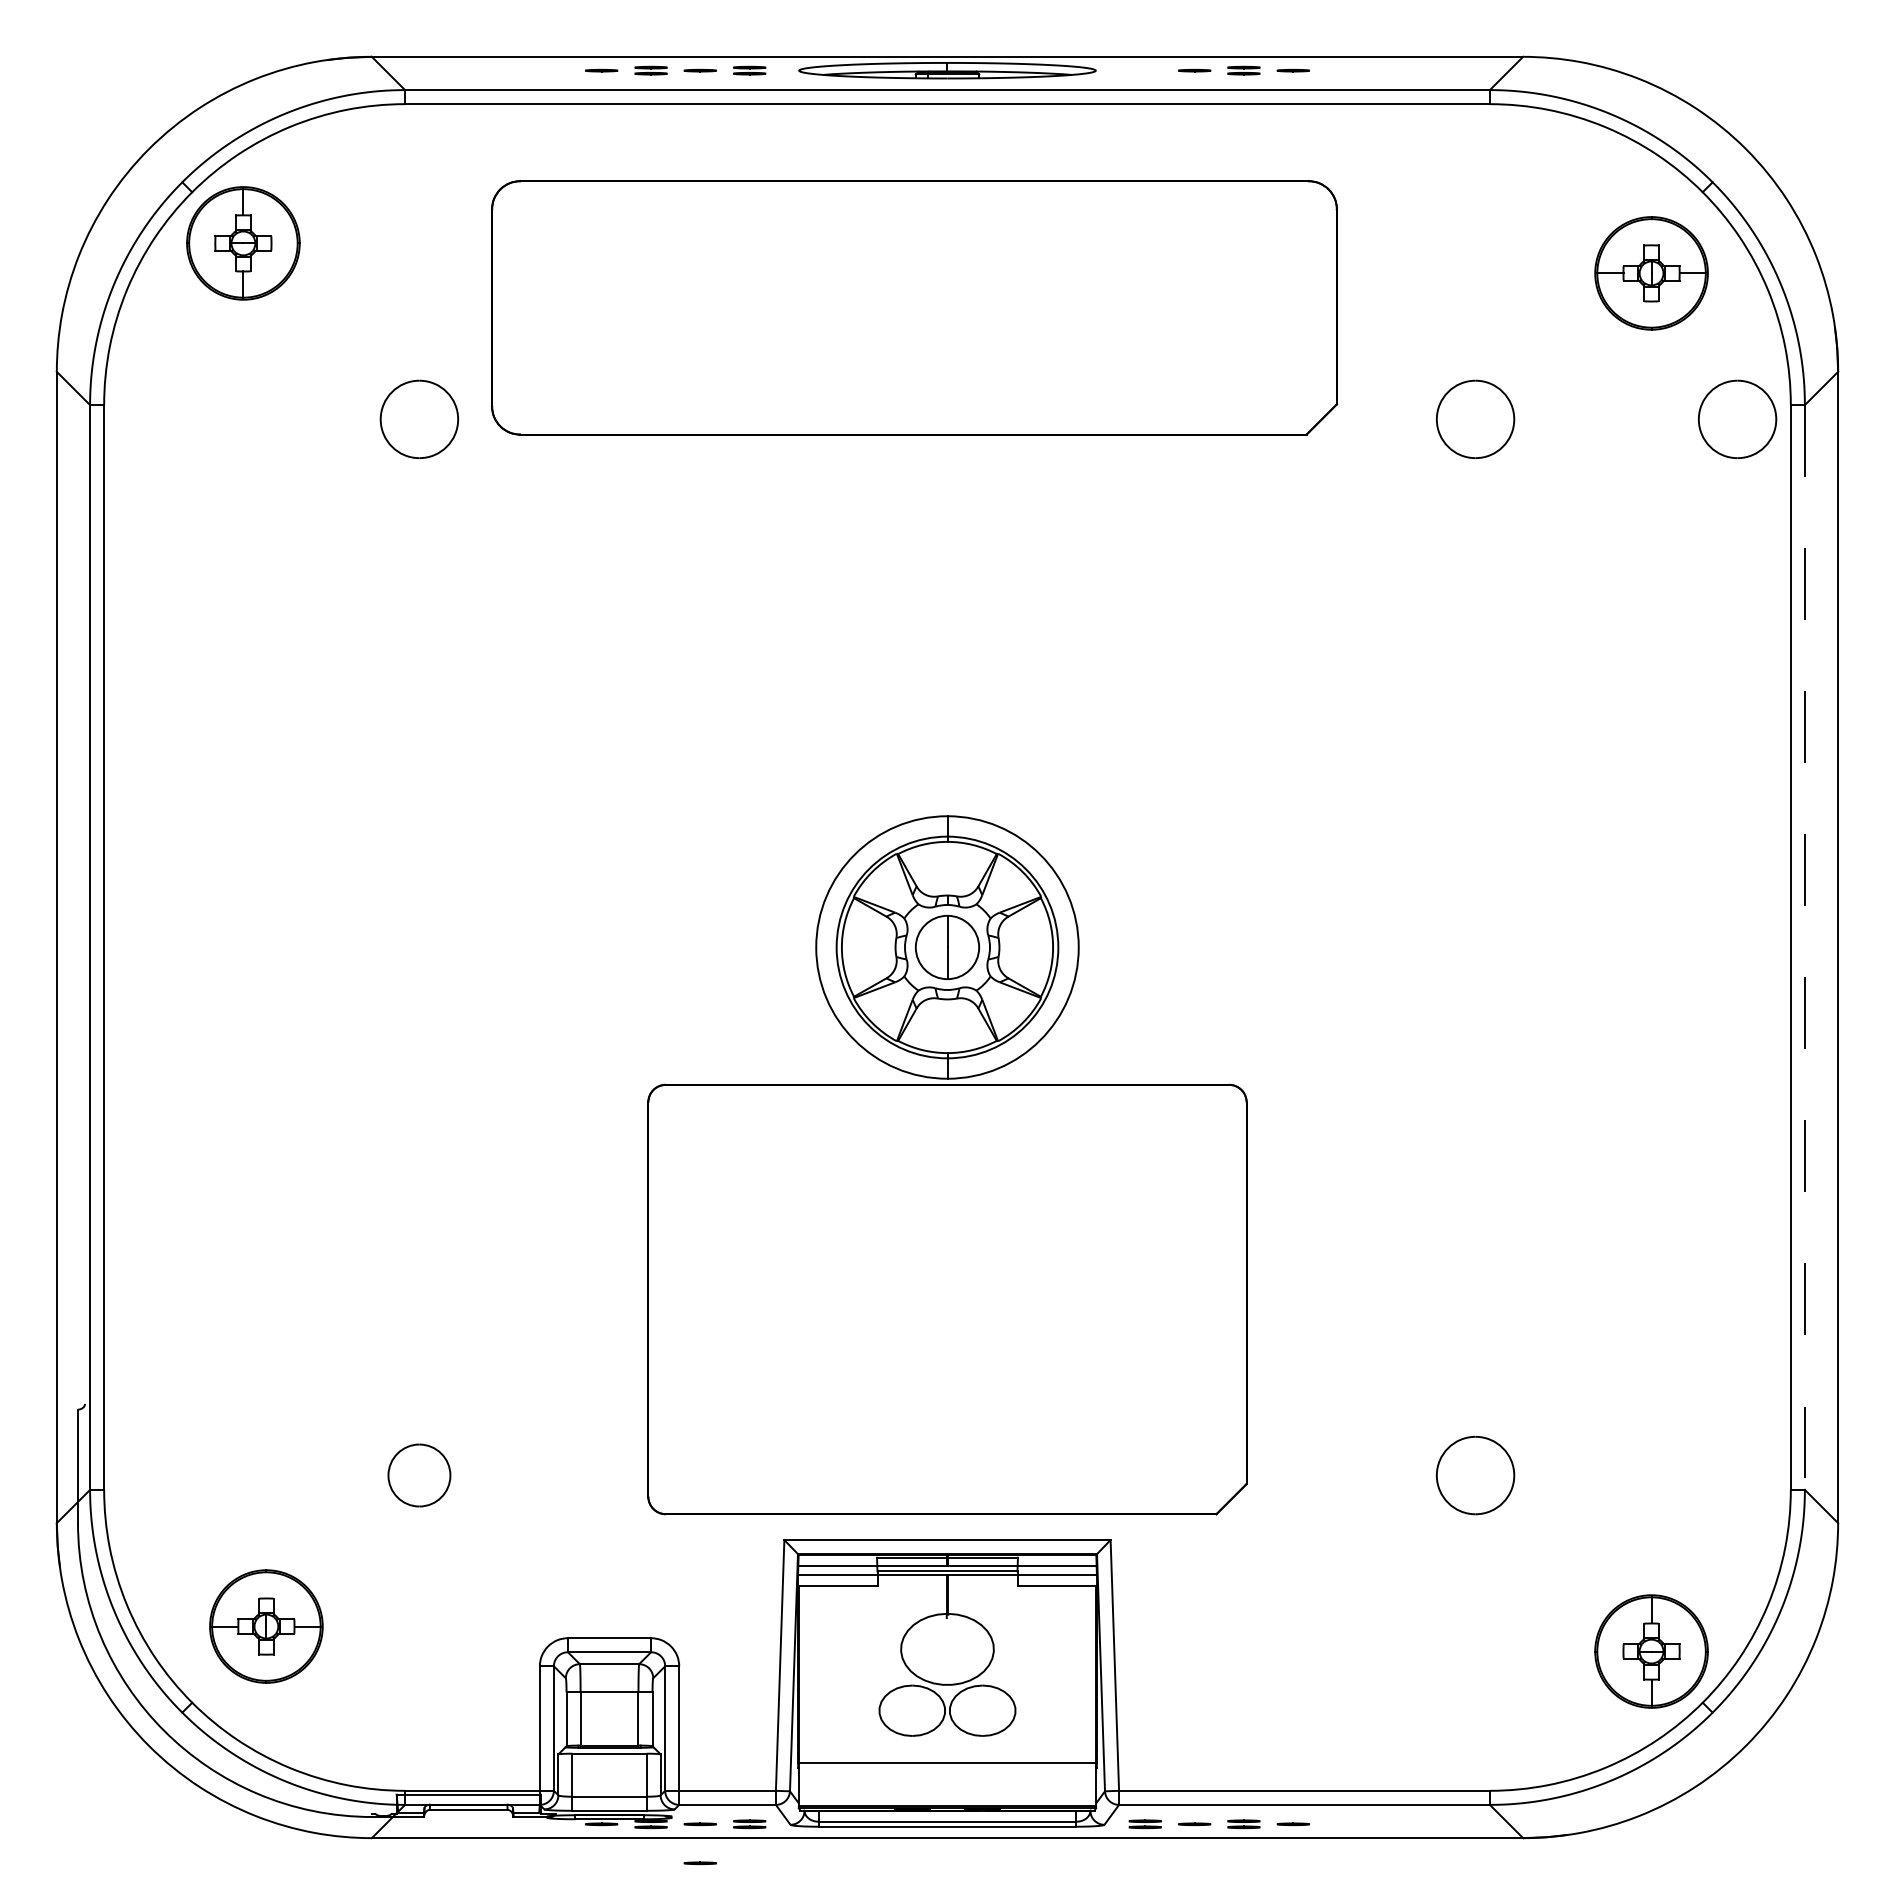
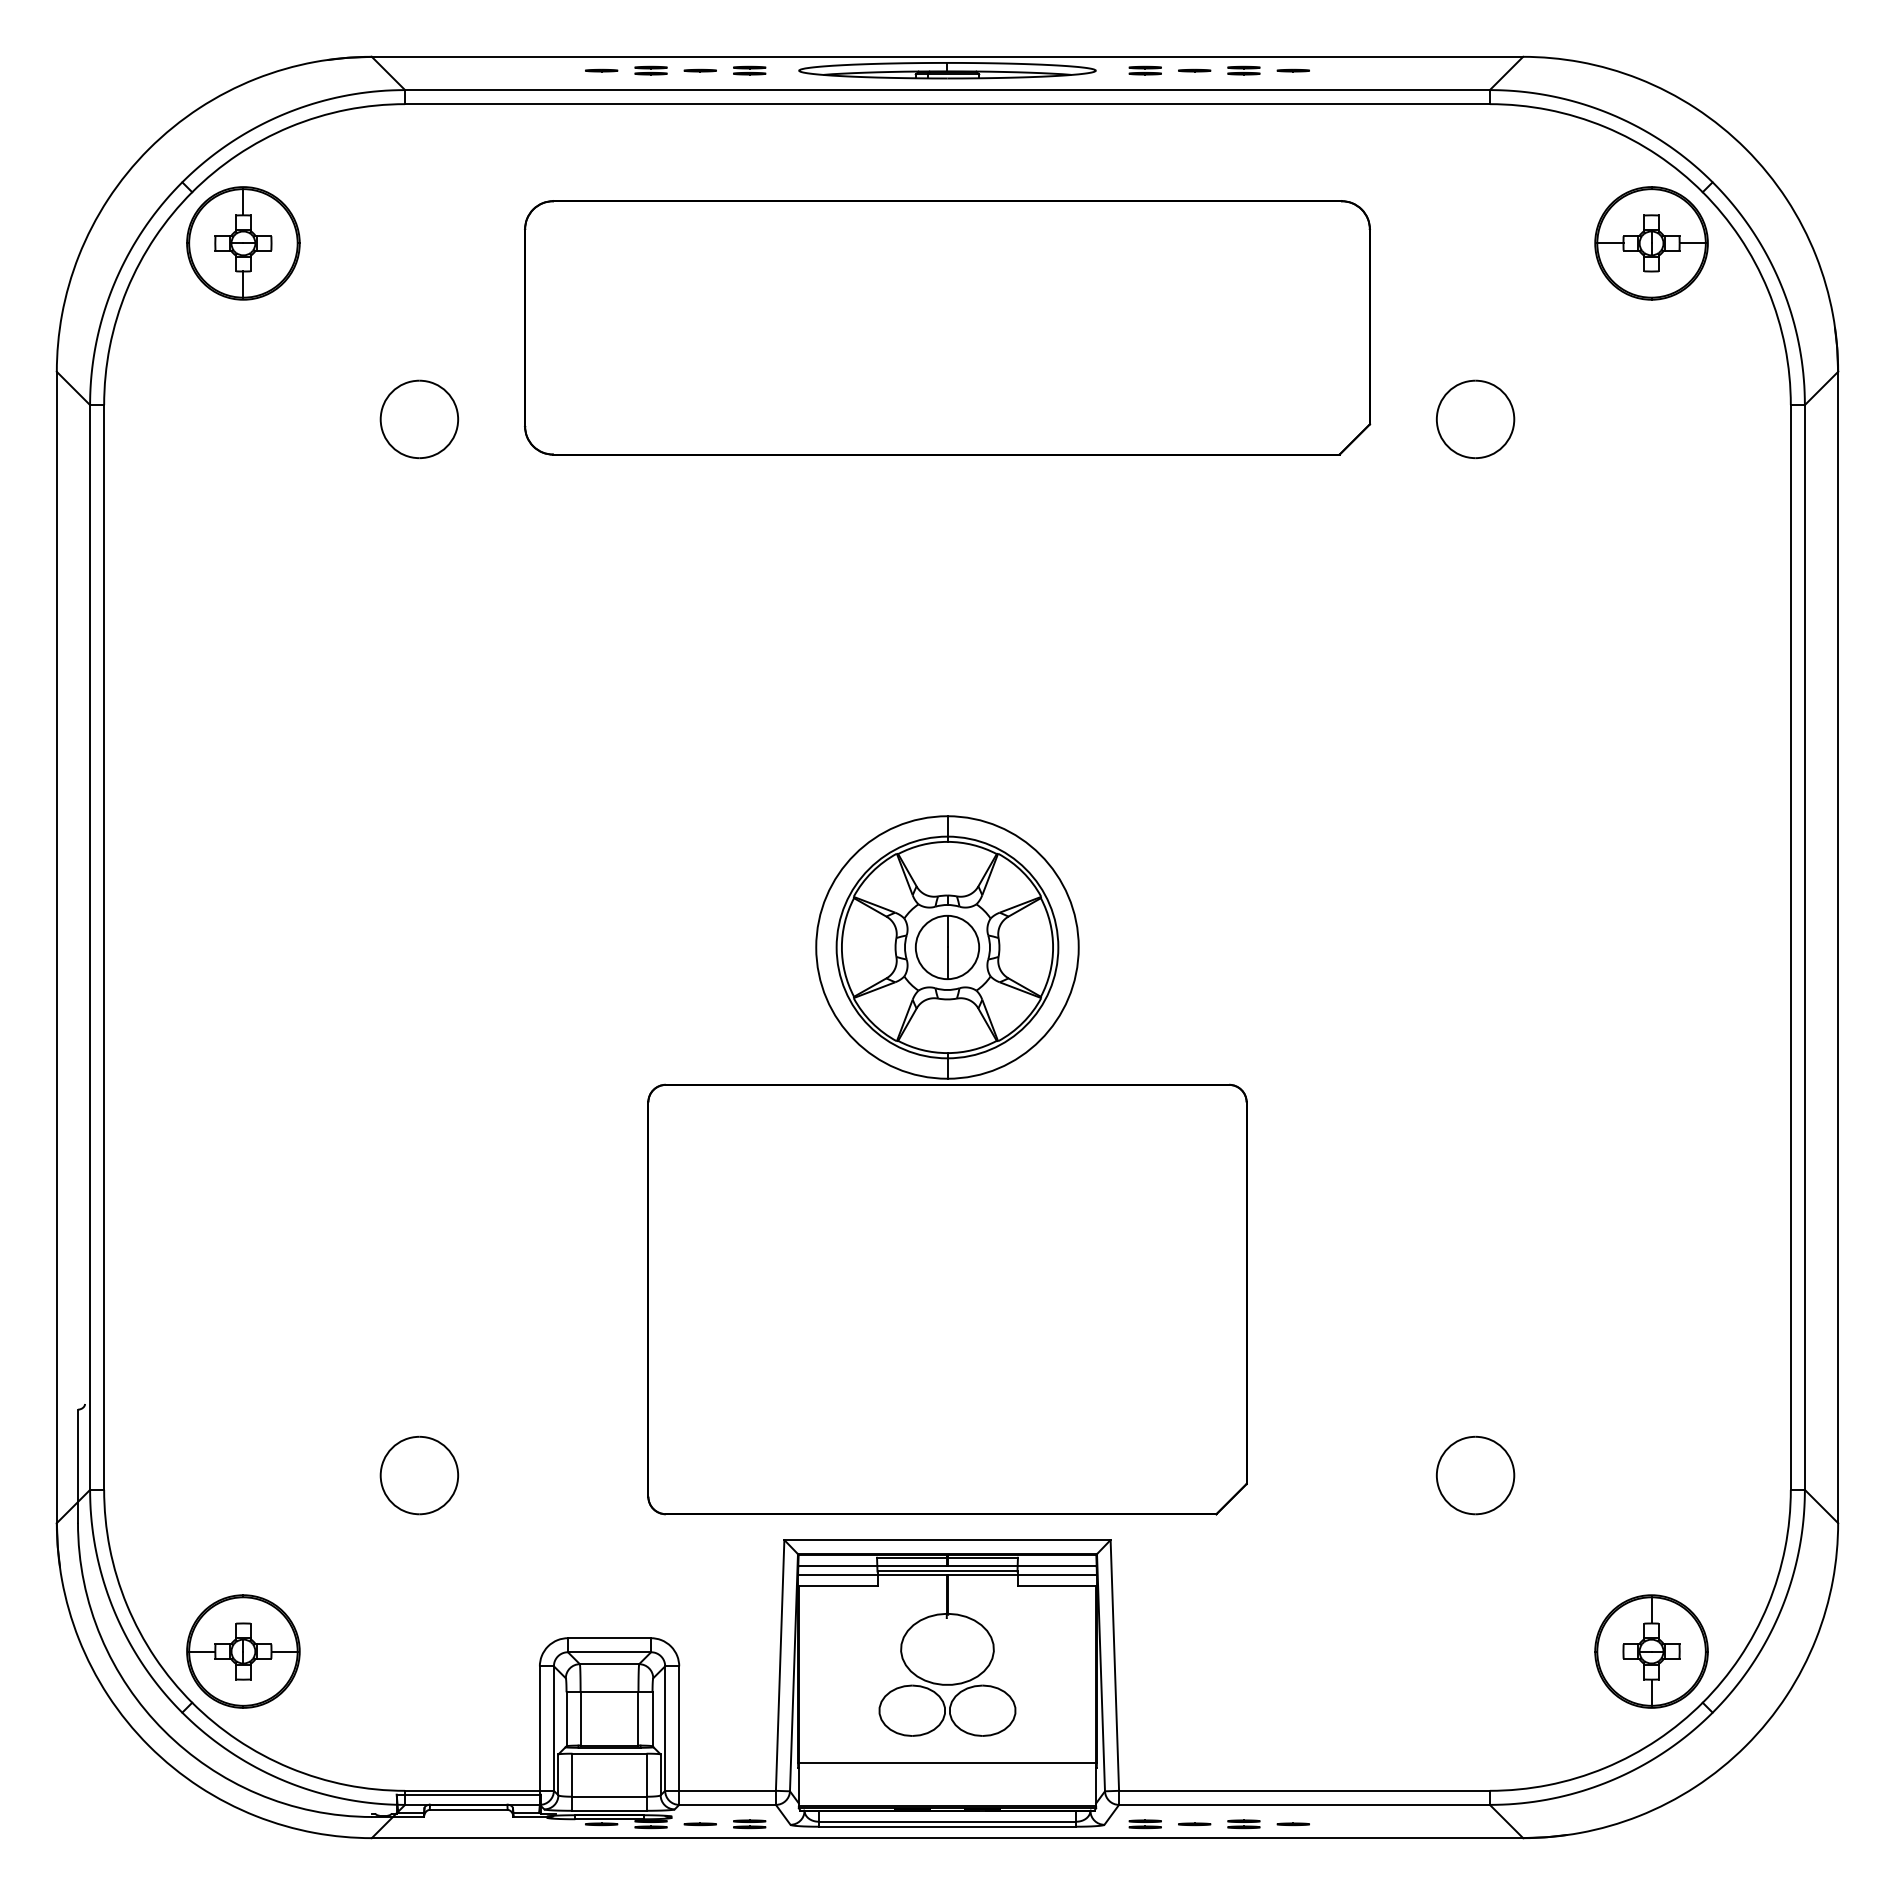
part at (1144, 70): none -> present
part at (1651, 273) position: (1651, 273) -> (1651, 243)
part at (914, 307) position: (914, 307) -> (947, 327)
part at (1737, 418): present -> none
line at (1804, 947): dashed -> solid
part at (419, 1475) size: 65x65 px -> 81x81 px
part at (266, 1626) position: (266, 1626) -> (243, 1651)
line at (699, 1863): present -> none
